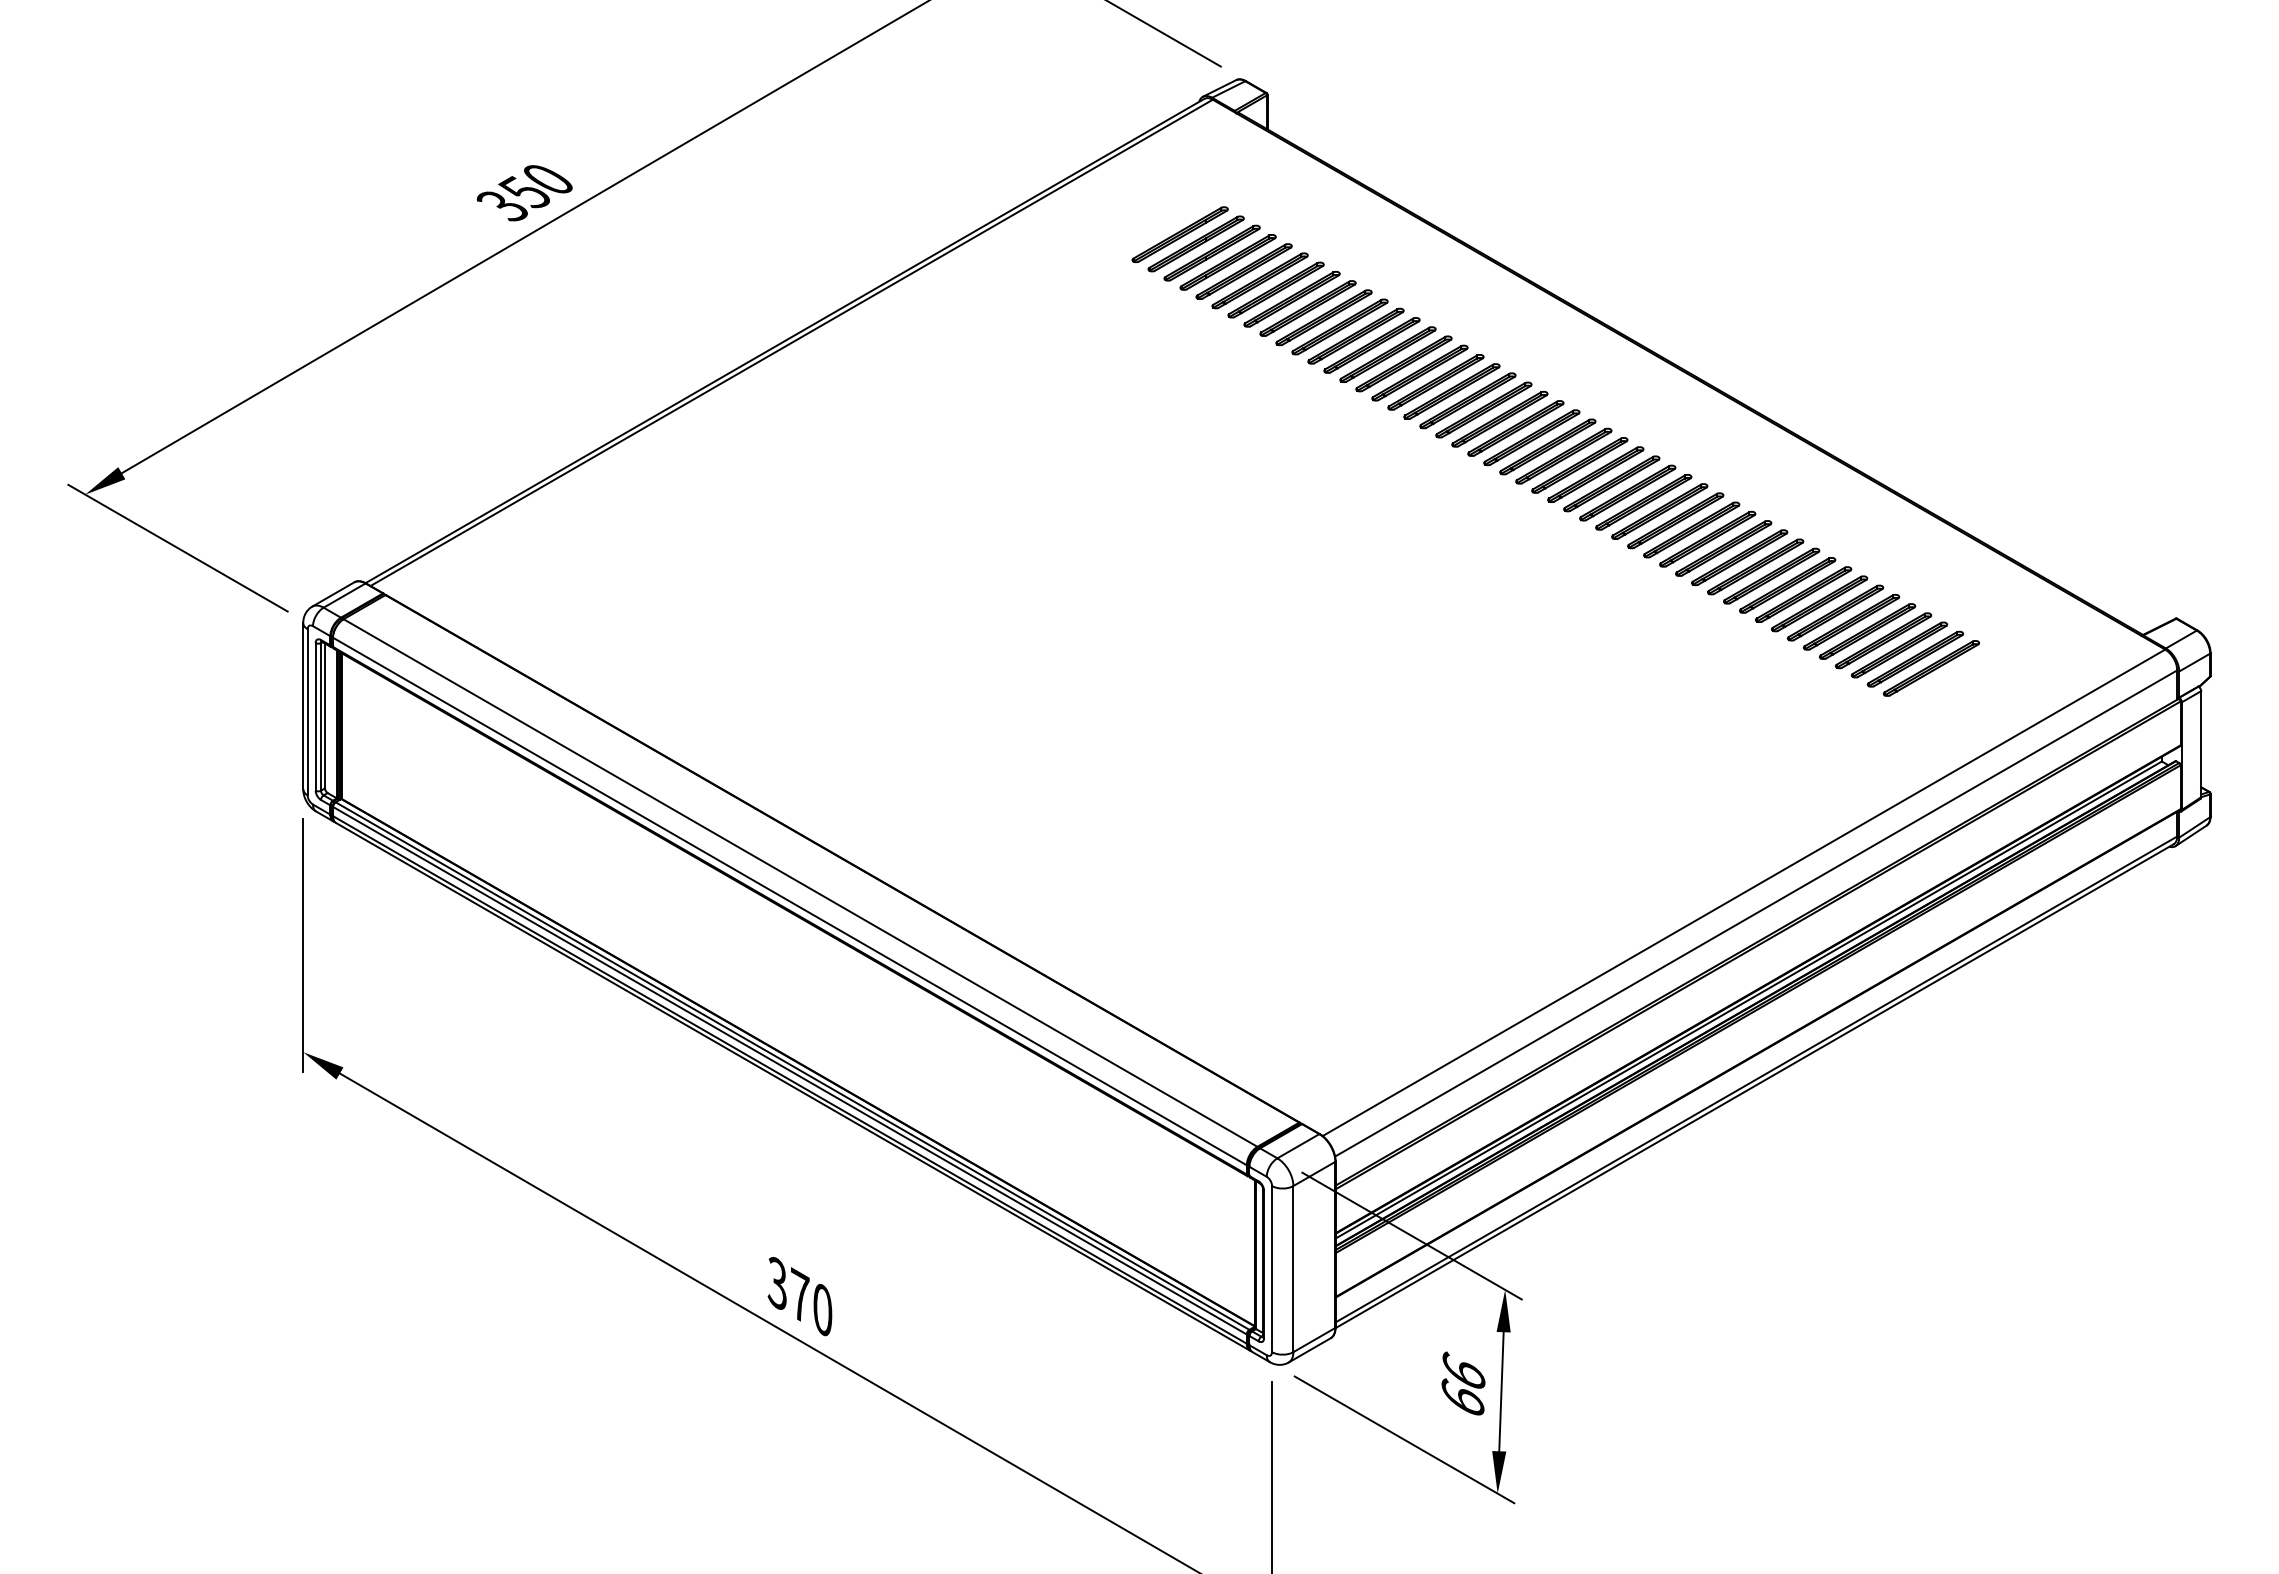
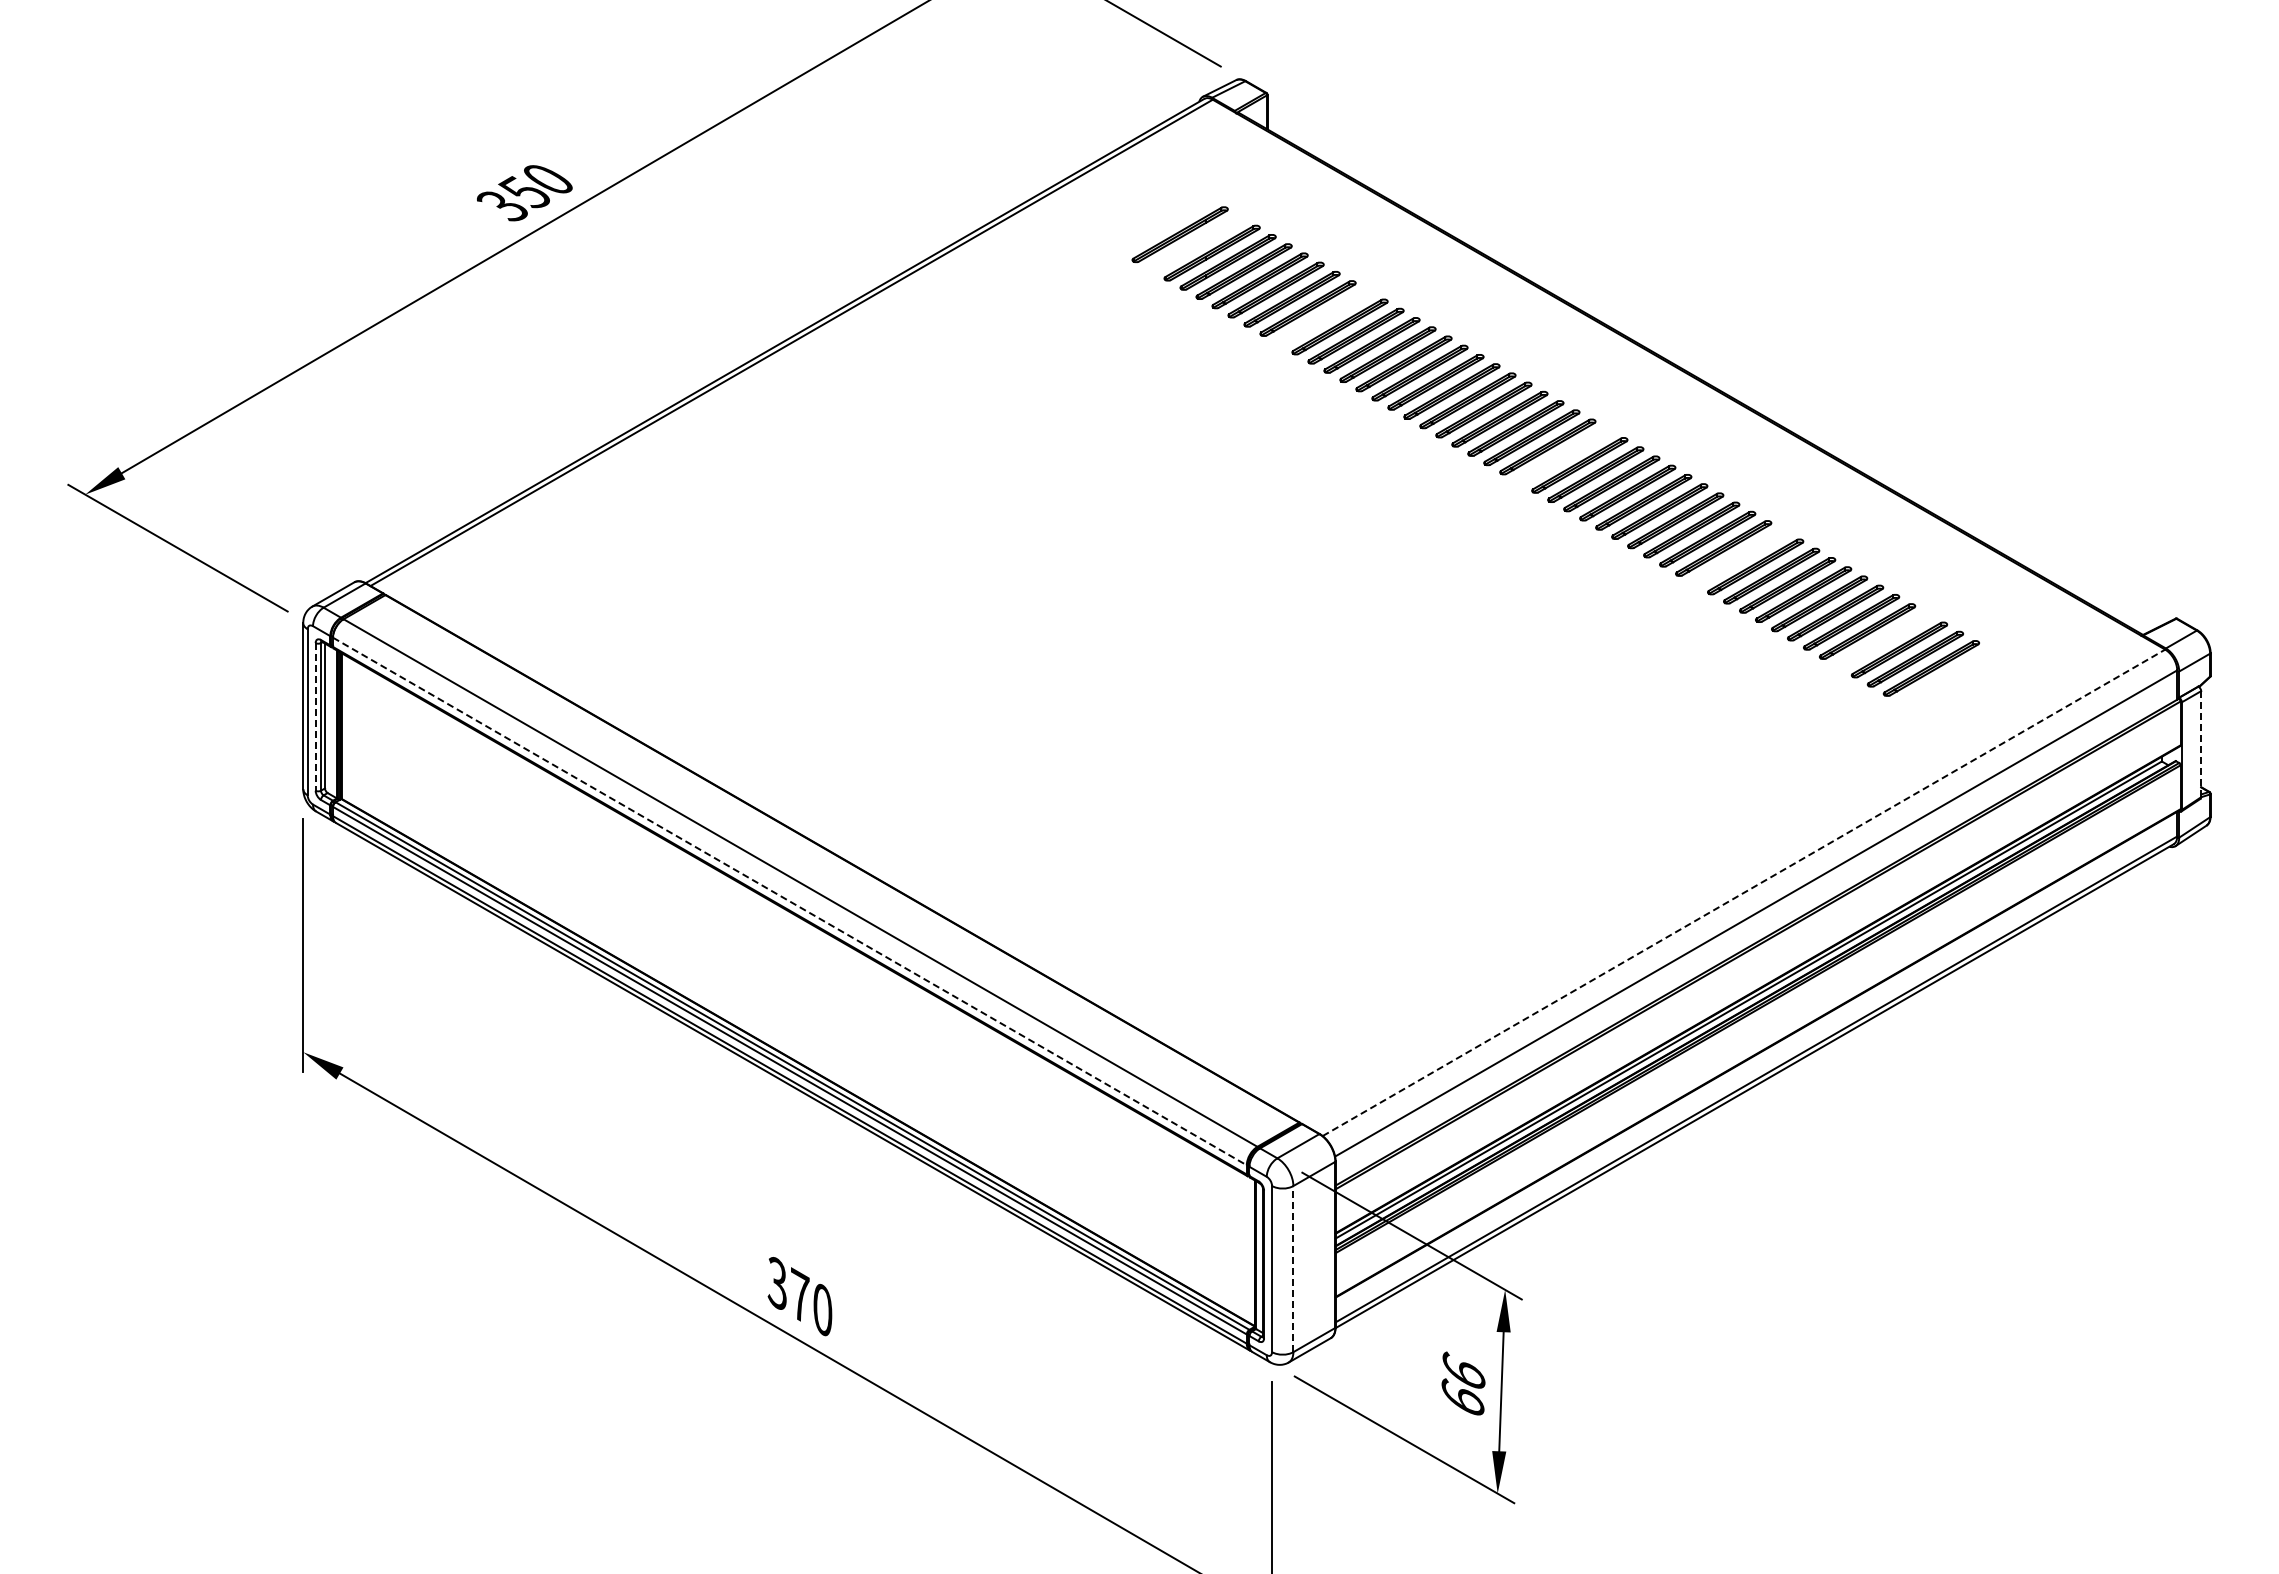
part at (1195, 243): present -> none
part at (1323, 317): present -> none
part at (1563, 455): present -> none
part at (1739, 557): present -> none
part at (1883, 640): present -> none
line at (315, 716): solid -> dashed
line at (2201, 743): solid -> dashed
line at (1744, 892): solid -> dashed
line at (789, 901): solid -> dashed
line at (1293, 1268): solid -> dashed
